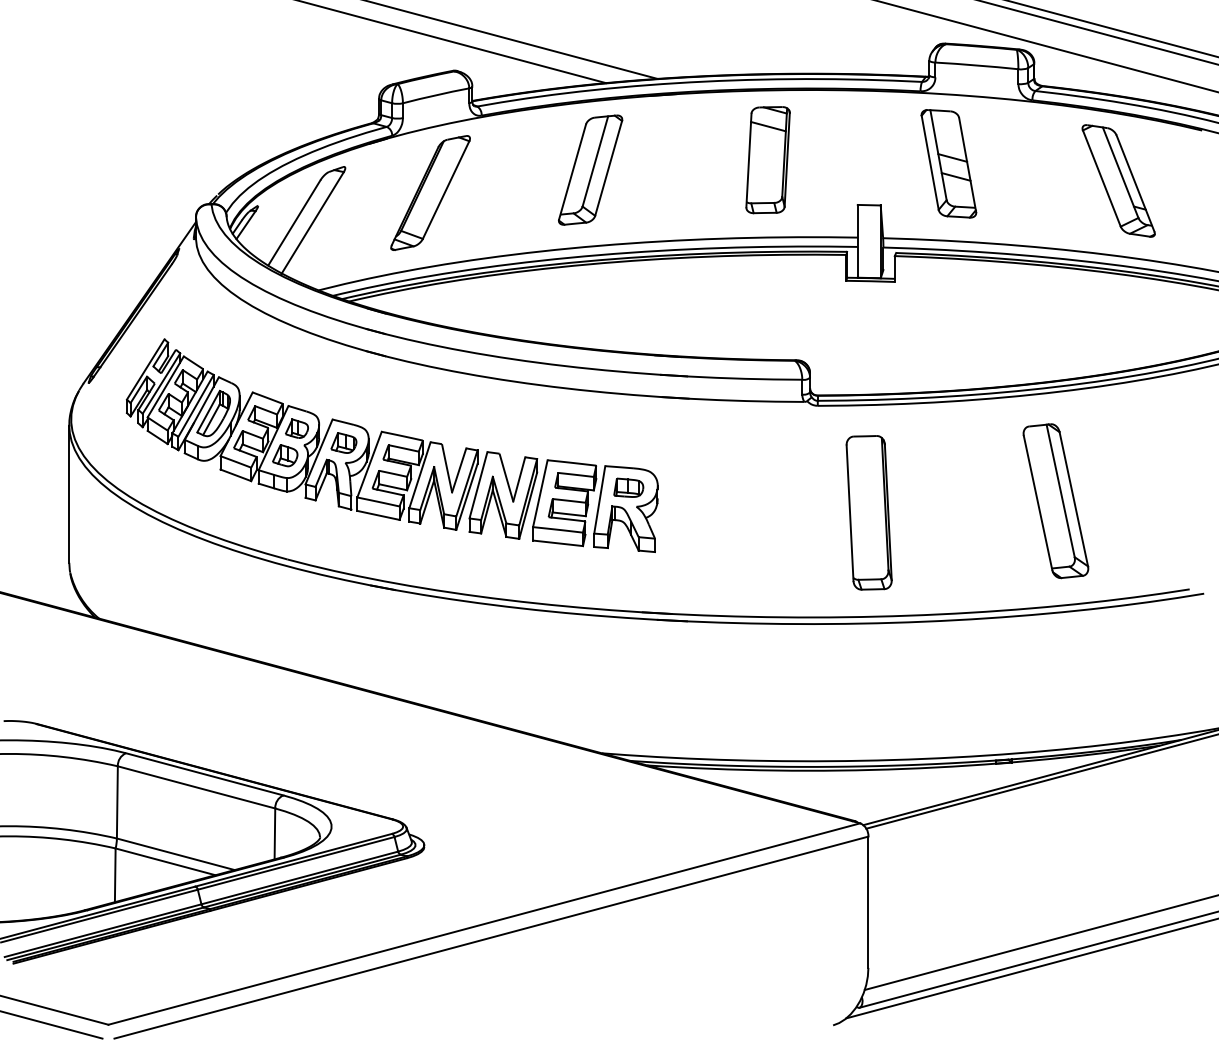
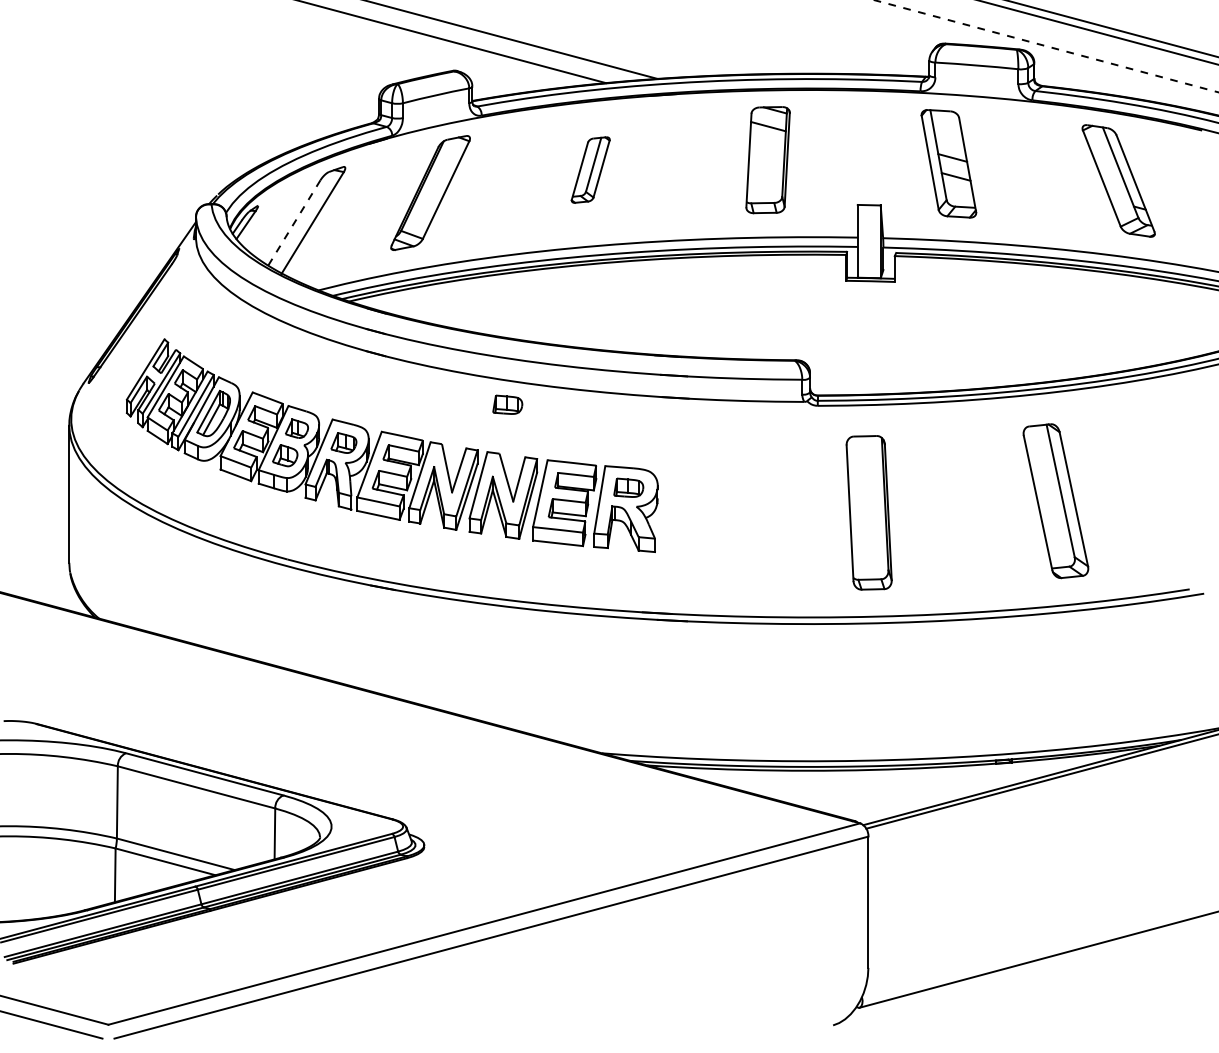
line at (1046, 46): solid -> dashed
part at (590, 169) size: 66x112 px -> 41x68 px
line at (294, 223): solid -> dashed
part at (507, 404): none -> present
line at (1039, 942): present -> none
line at (1030, 968): present -> none
